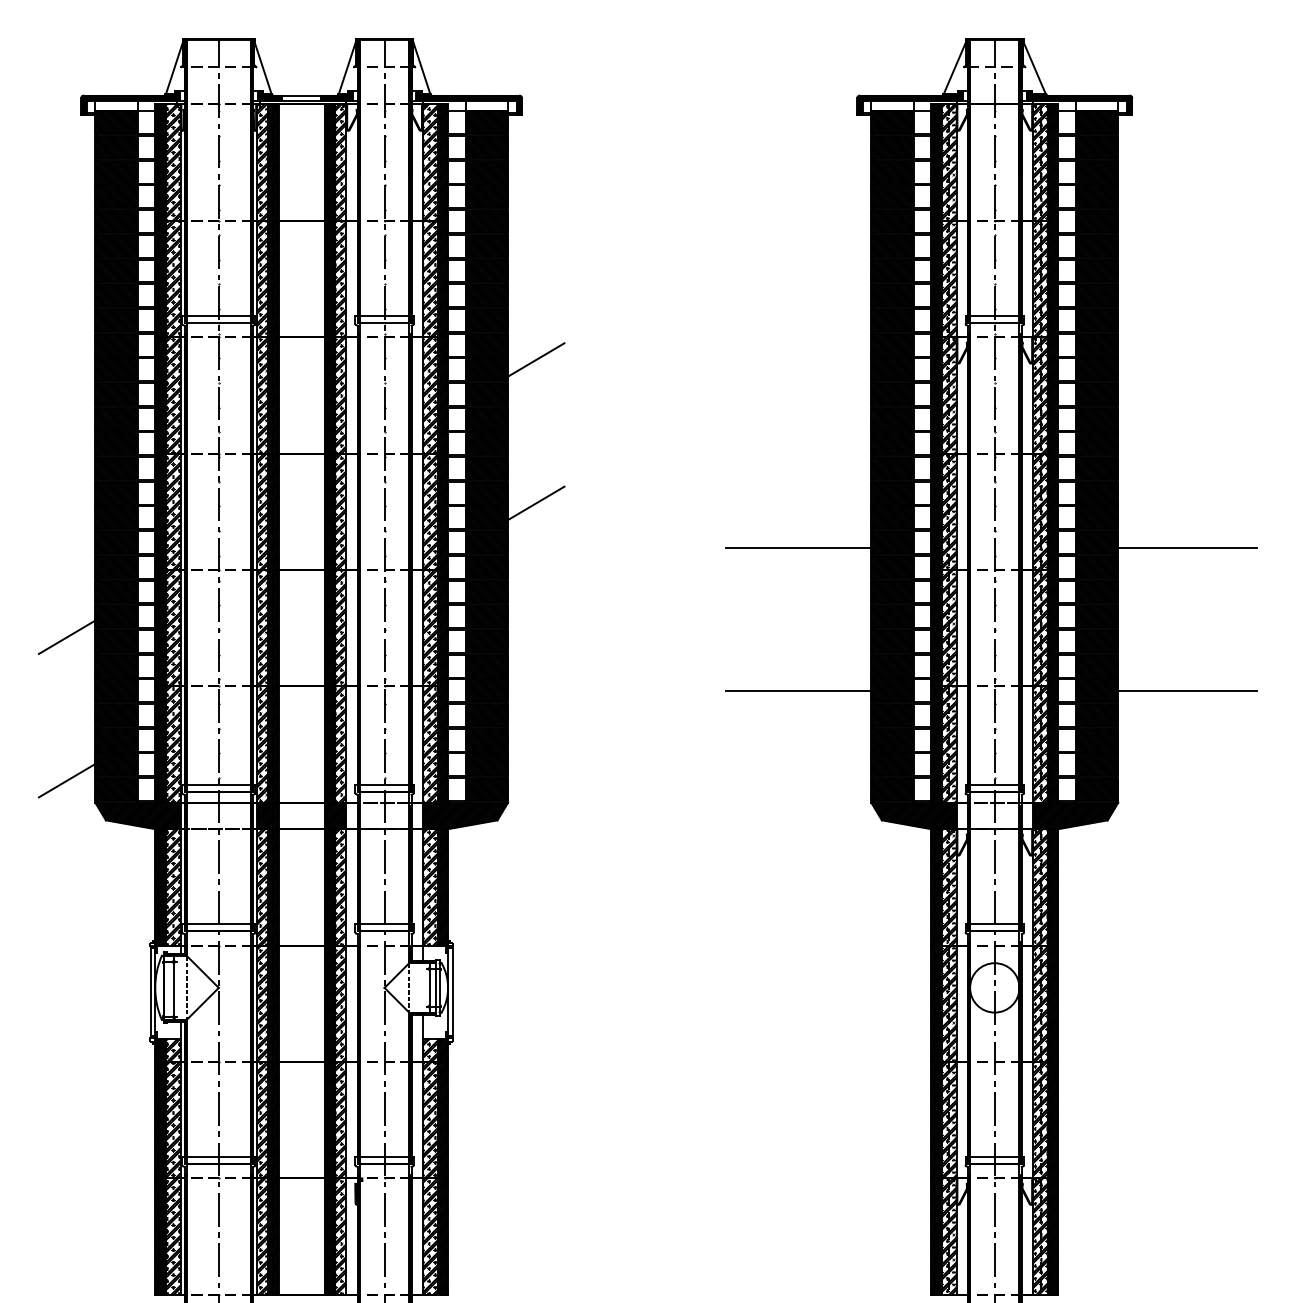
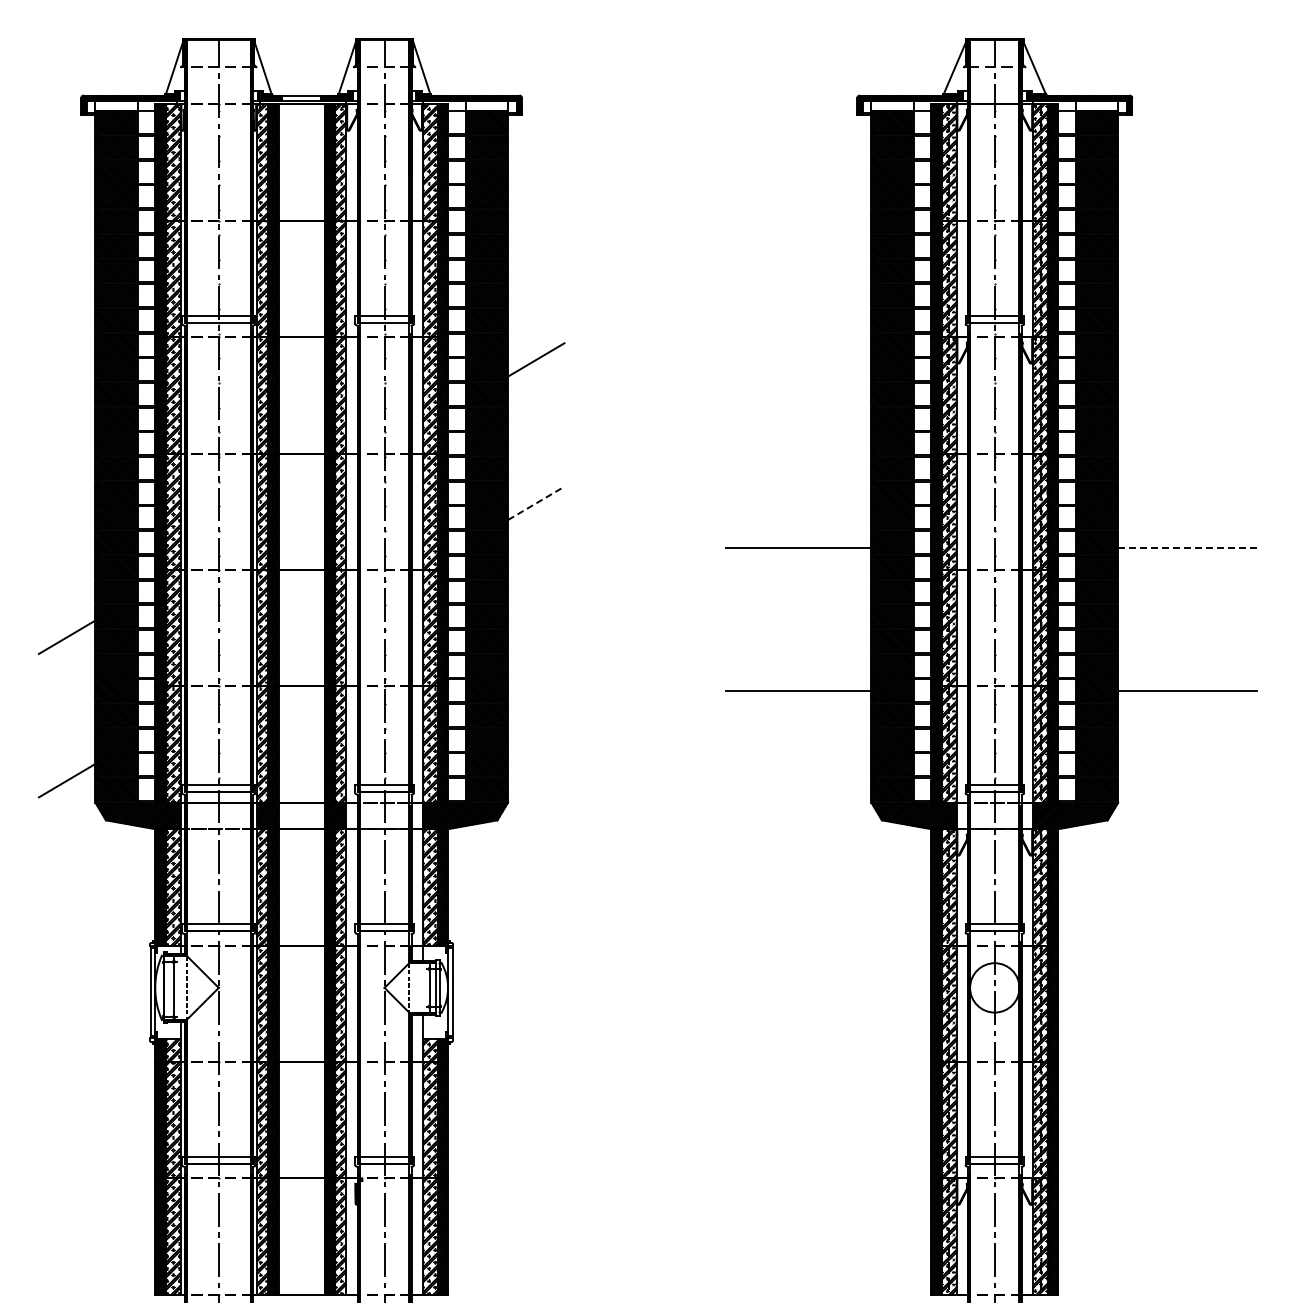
line at (536, 503): solid -> dashed
line at (1187, 547): solid -> dashed
